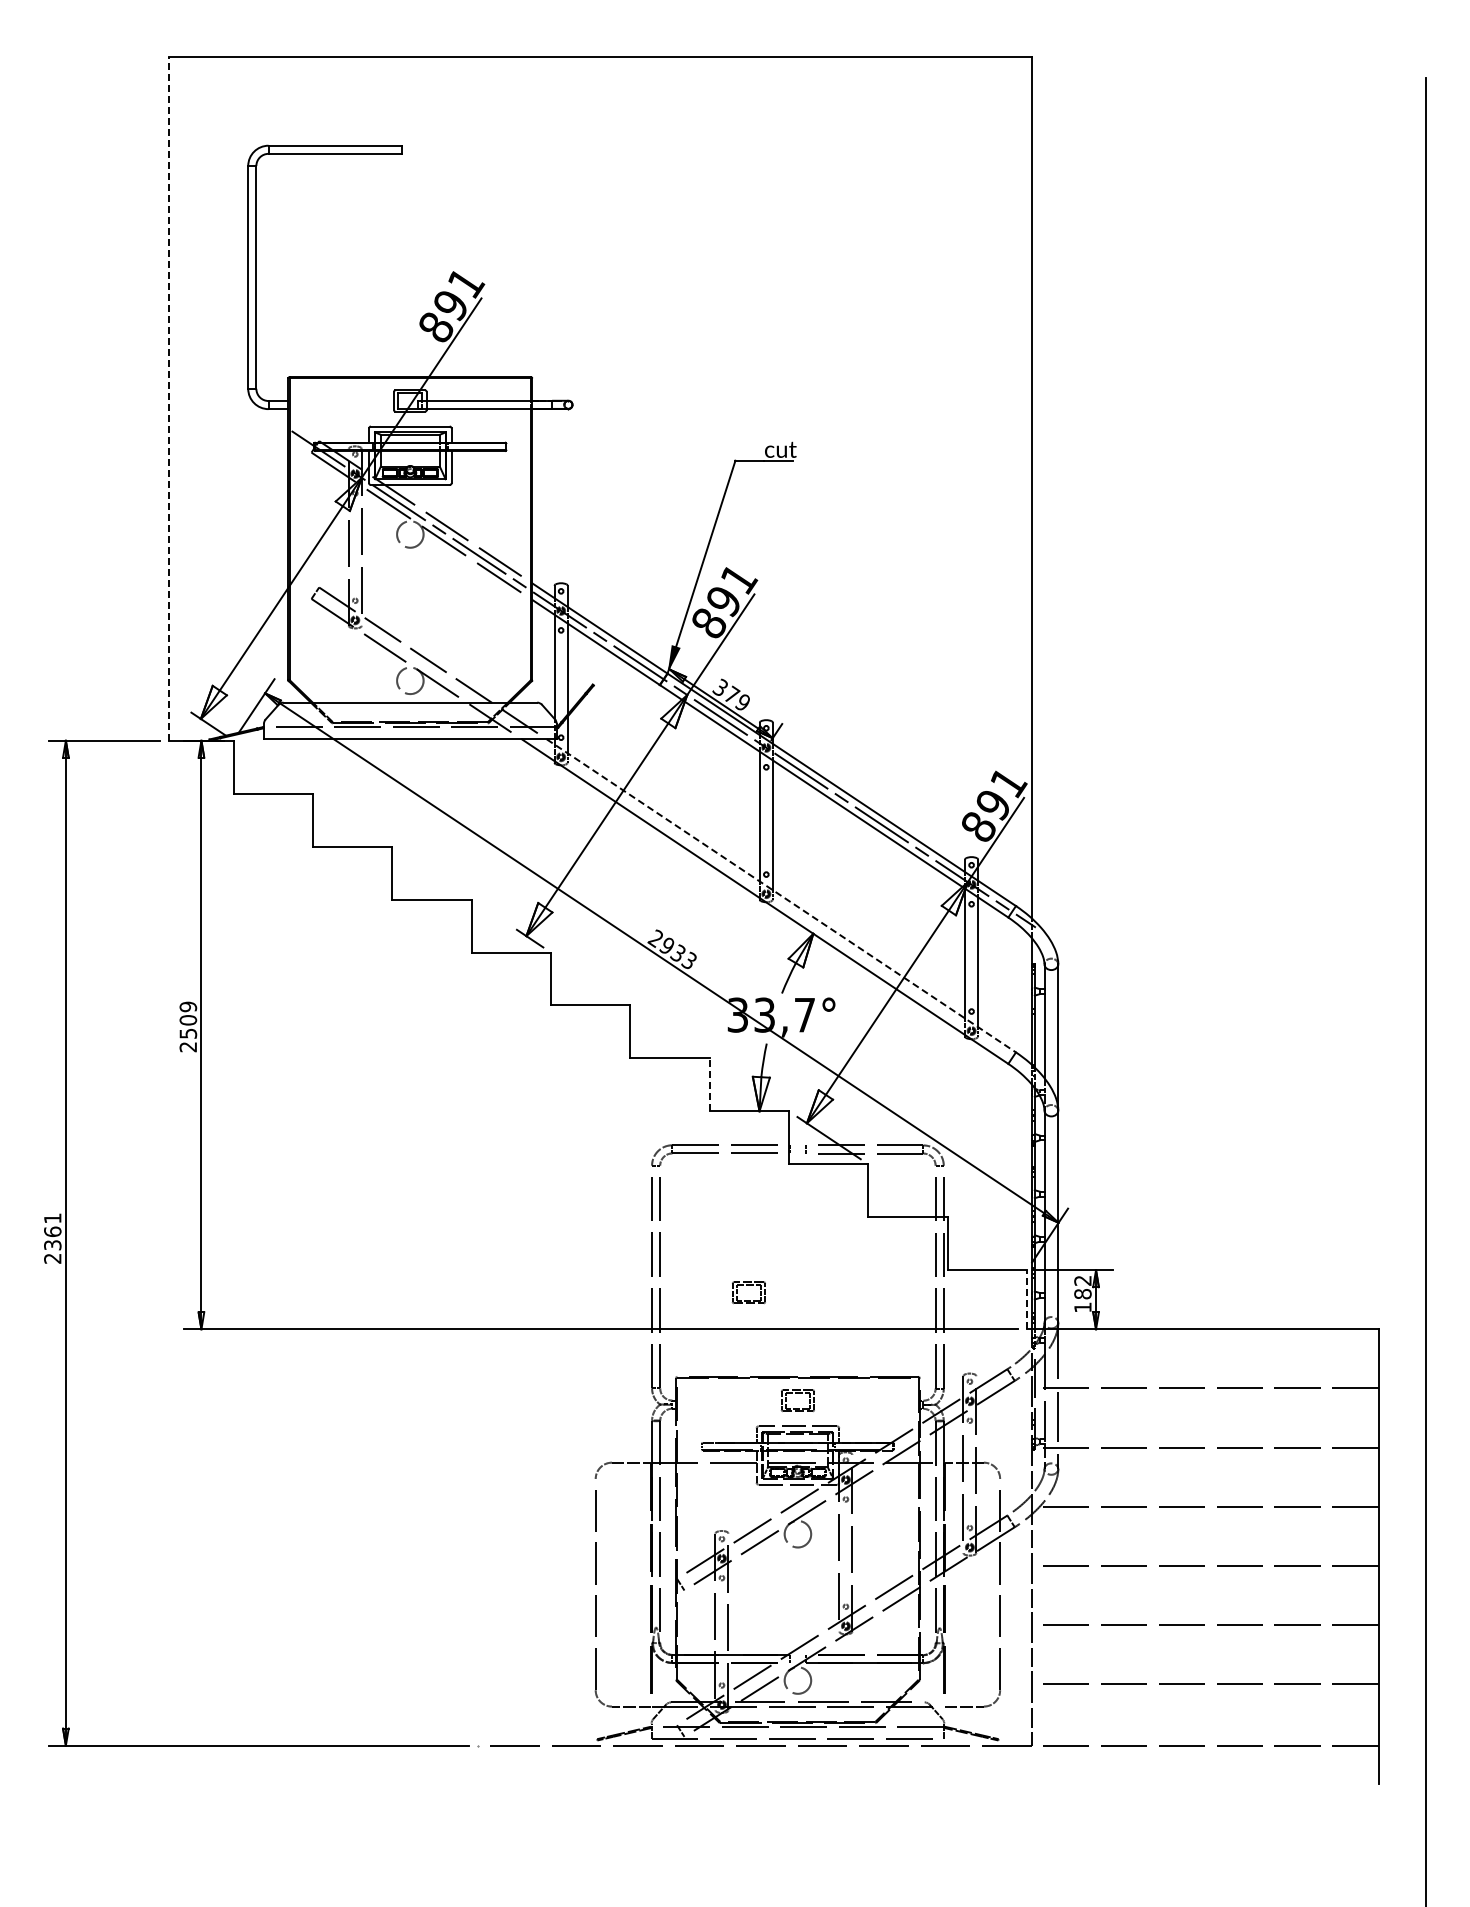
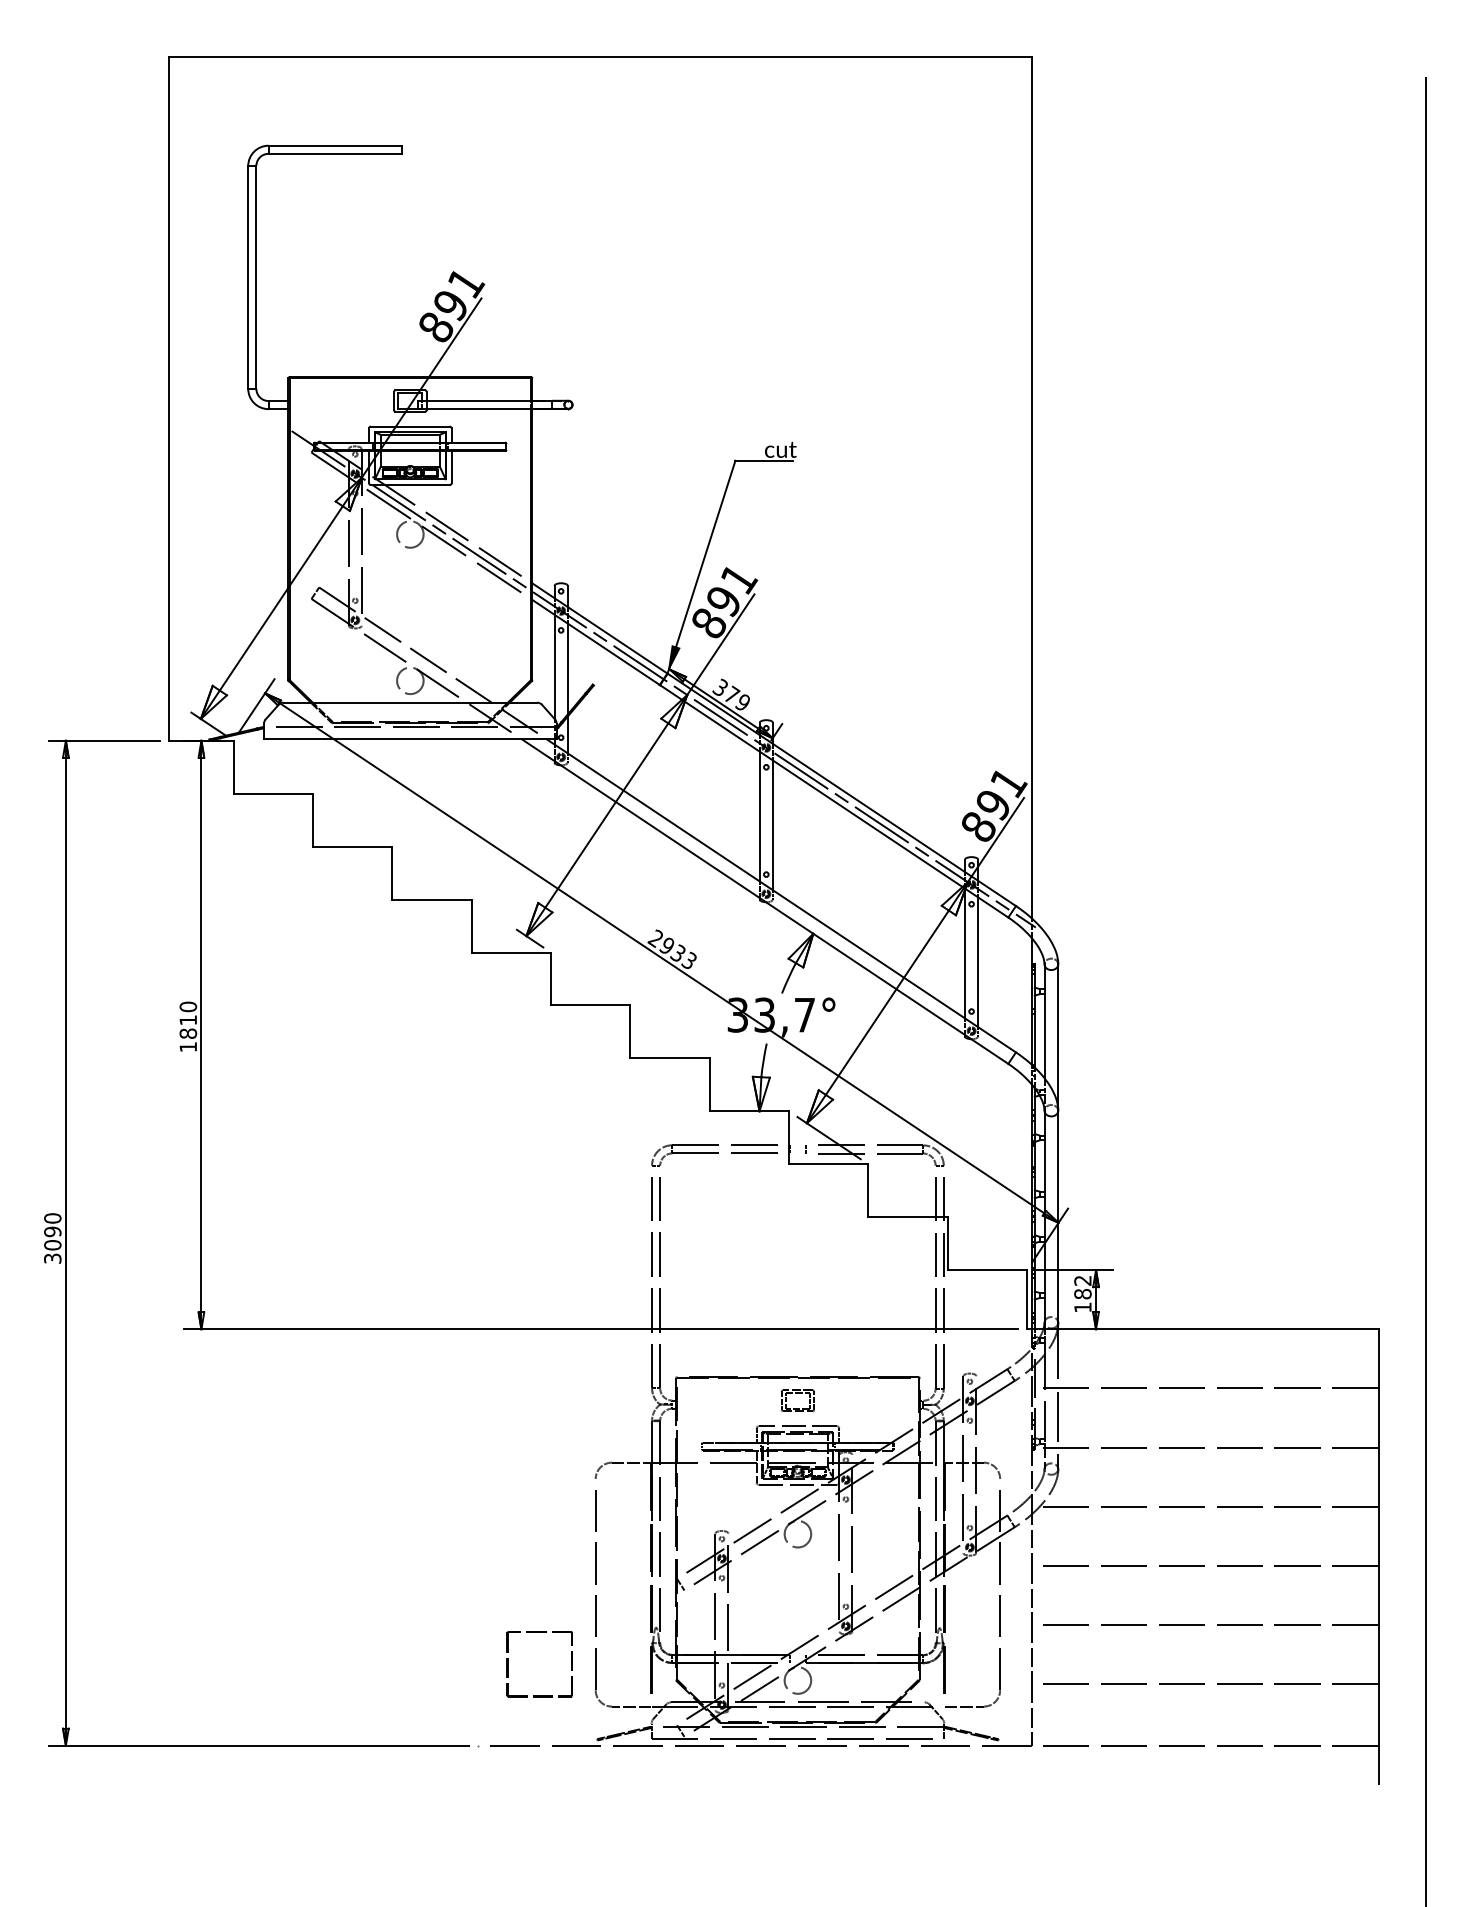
line at (168, 398): dashed -> solid
line at (781, 895): dashed -> solid
text at (188, 1026): 2509 -> 1810
line at (709, 1084): dashed -> solid
text at (52, 1238): 2361 -> 3090
part at (748, 1285): present -> none
line at (1027, 1299): dashed -> solid
part at (508, 1664): none -> present
